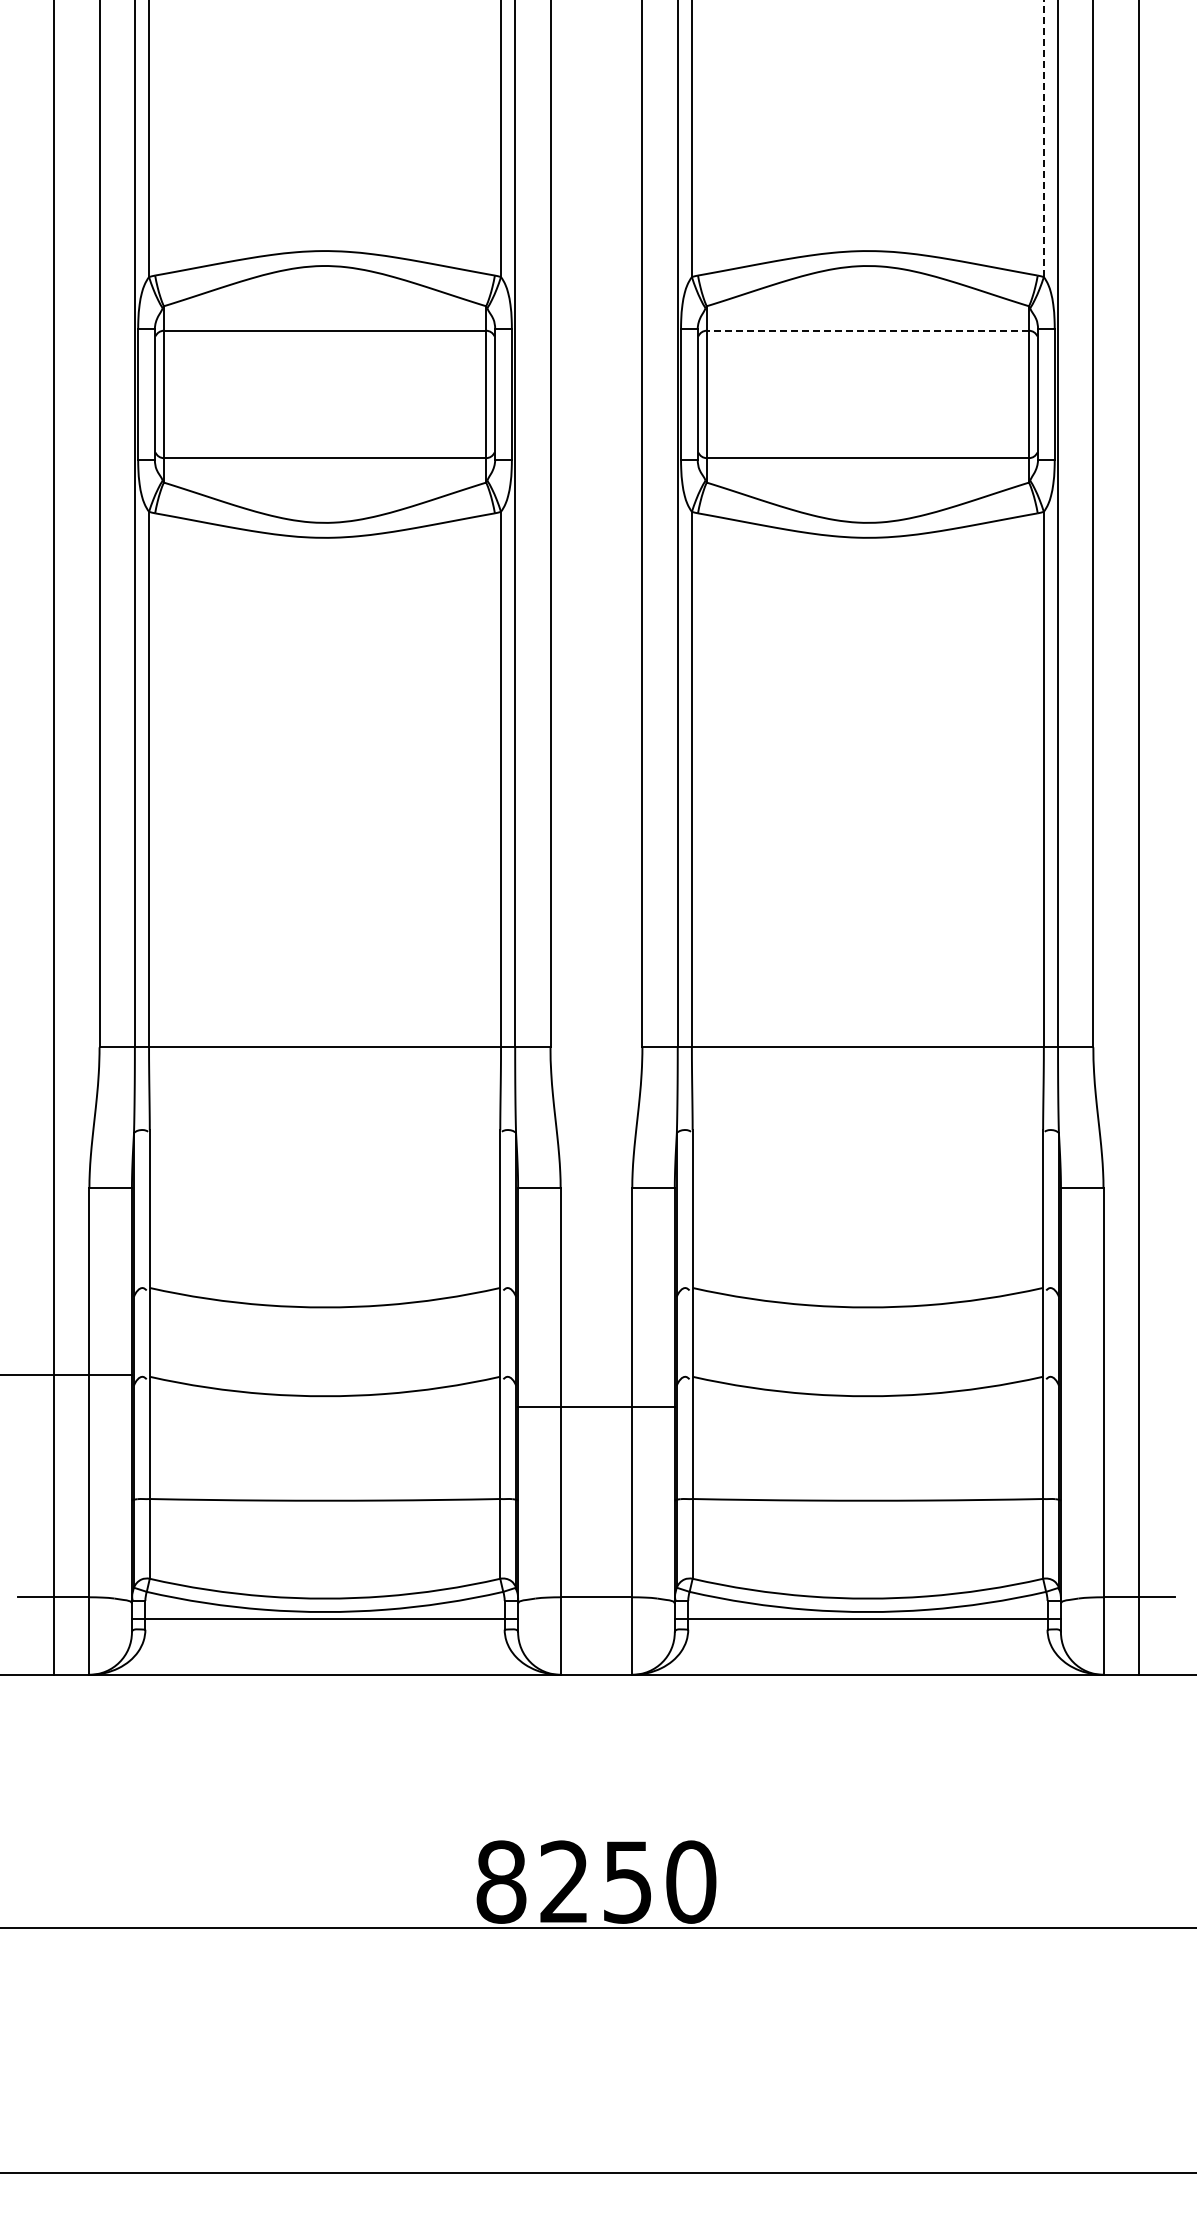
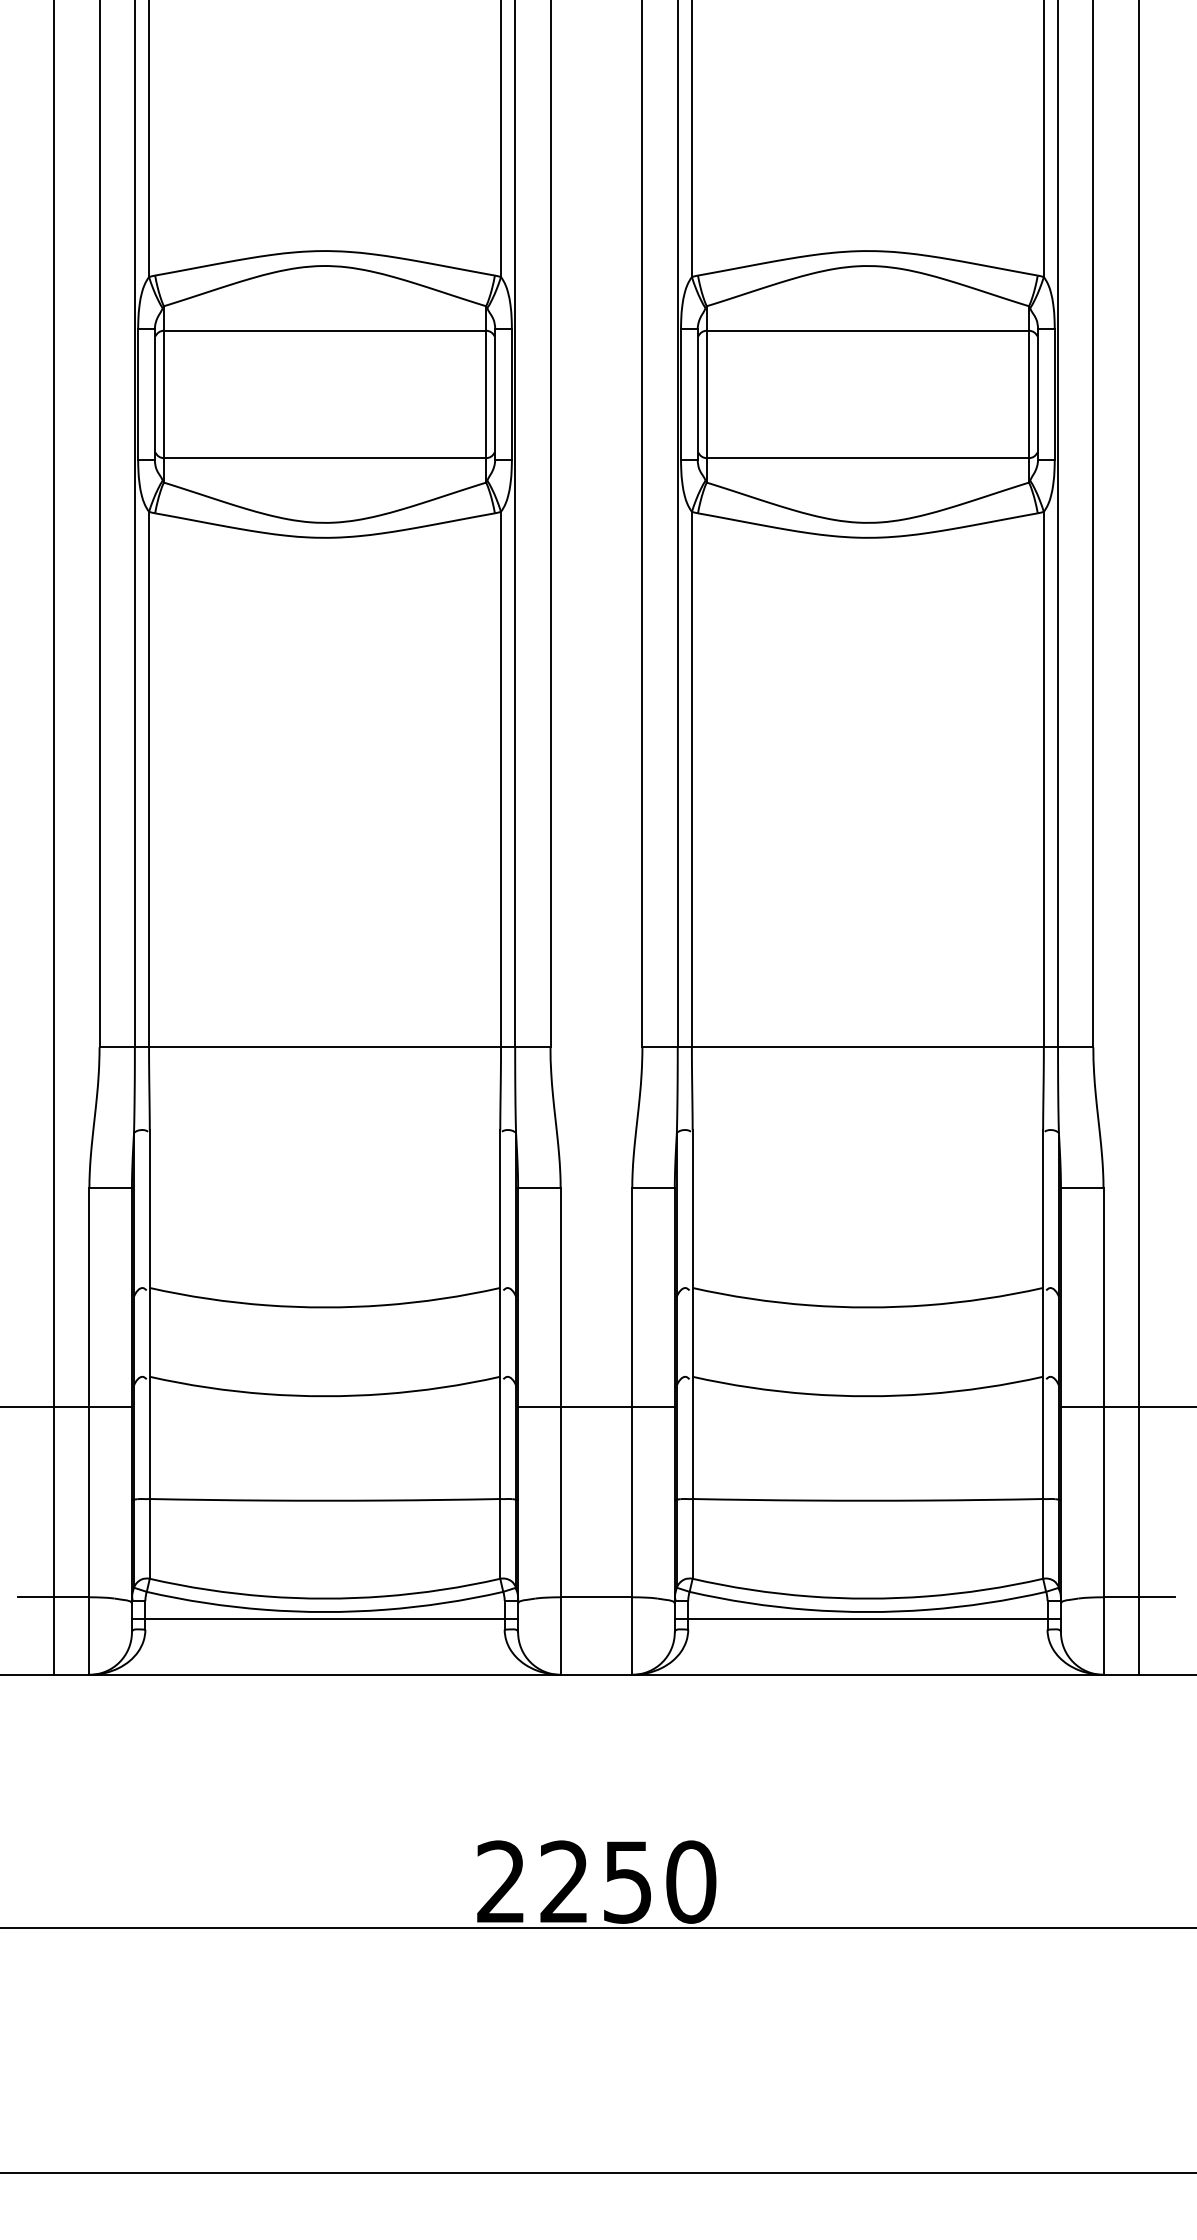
line at (1043, 138): dashed -> solid
line at (867, 330): dashed -> solid
line at (66, 1374) position: (66, 1374) -> (66, 1406)
line at (1126, 1406): none -> present
text at (501, 1881): 8250 -> 2250
